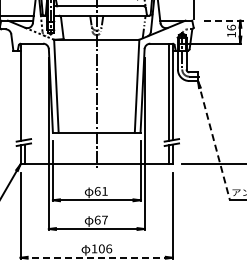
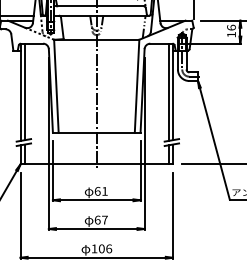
line at (223, 20): dashed -> solid
line at (24, 91): none -> present
line at (213, 140): dashed -> solid
line at (97, 257): dashed -> solid
